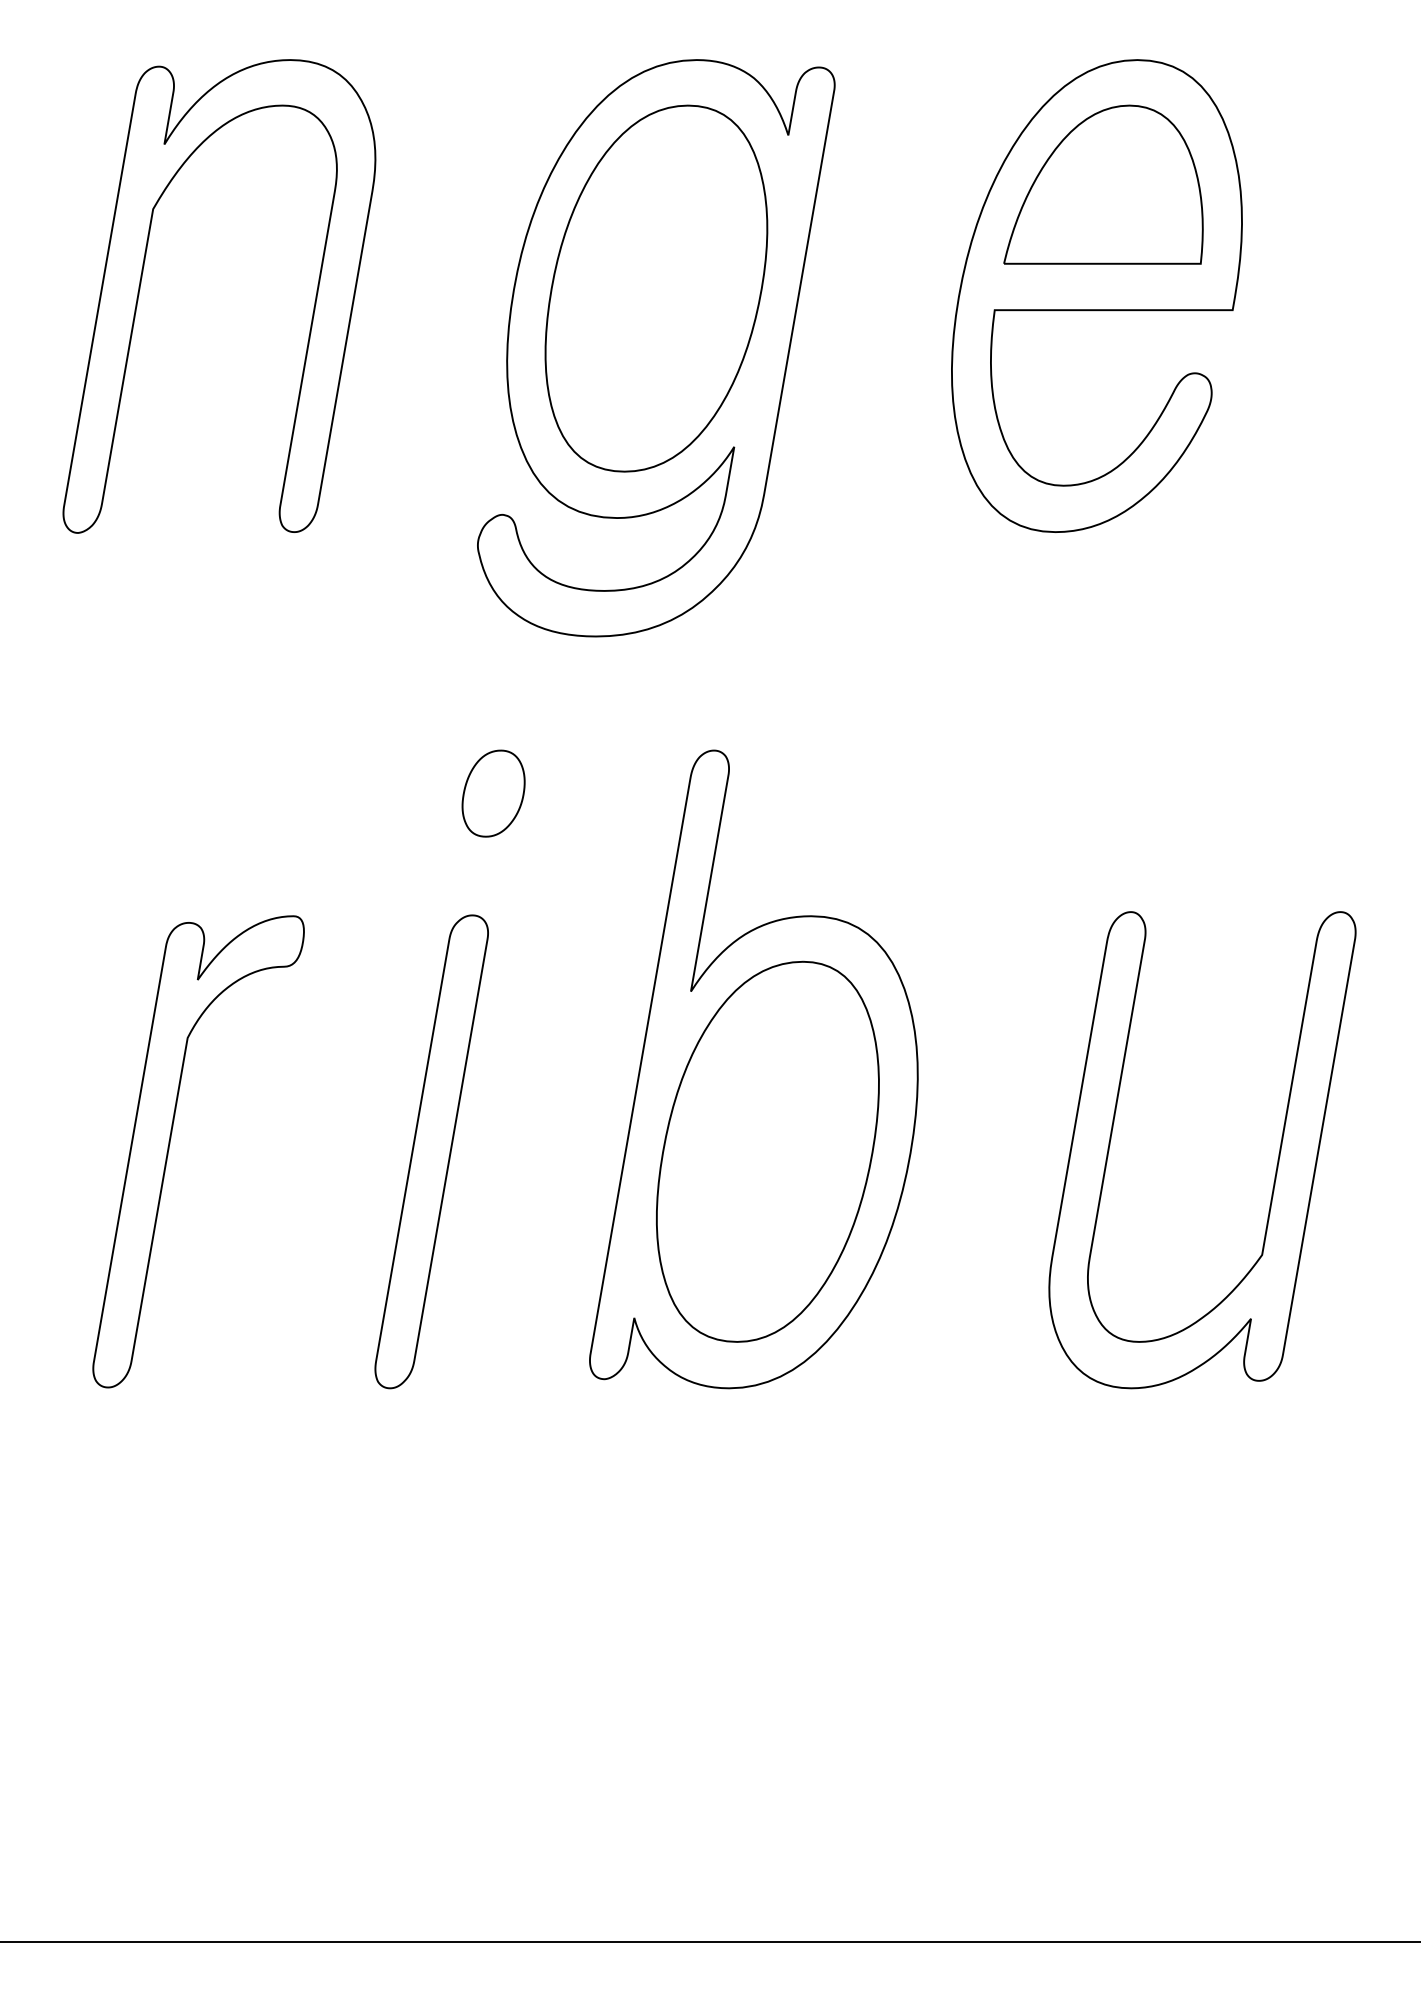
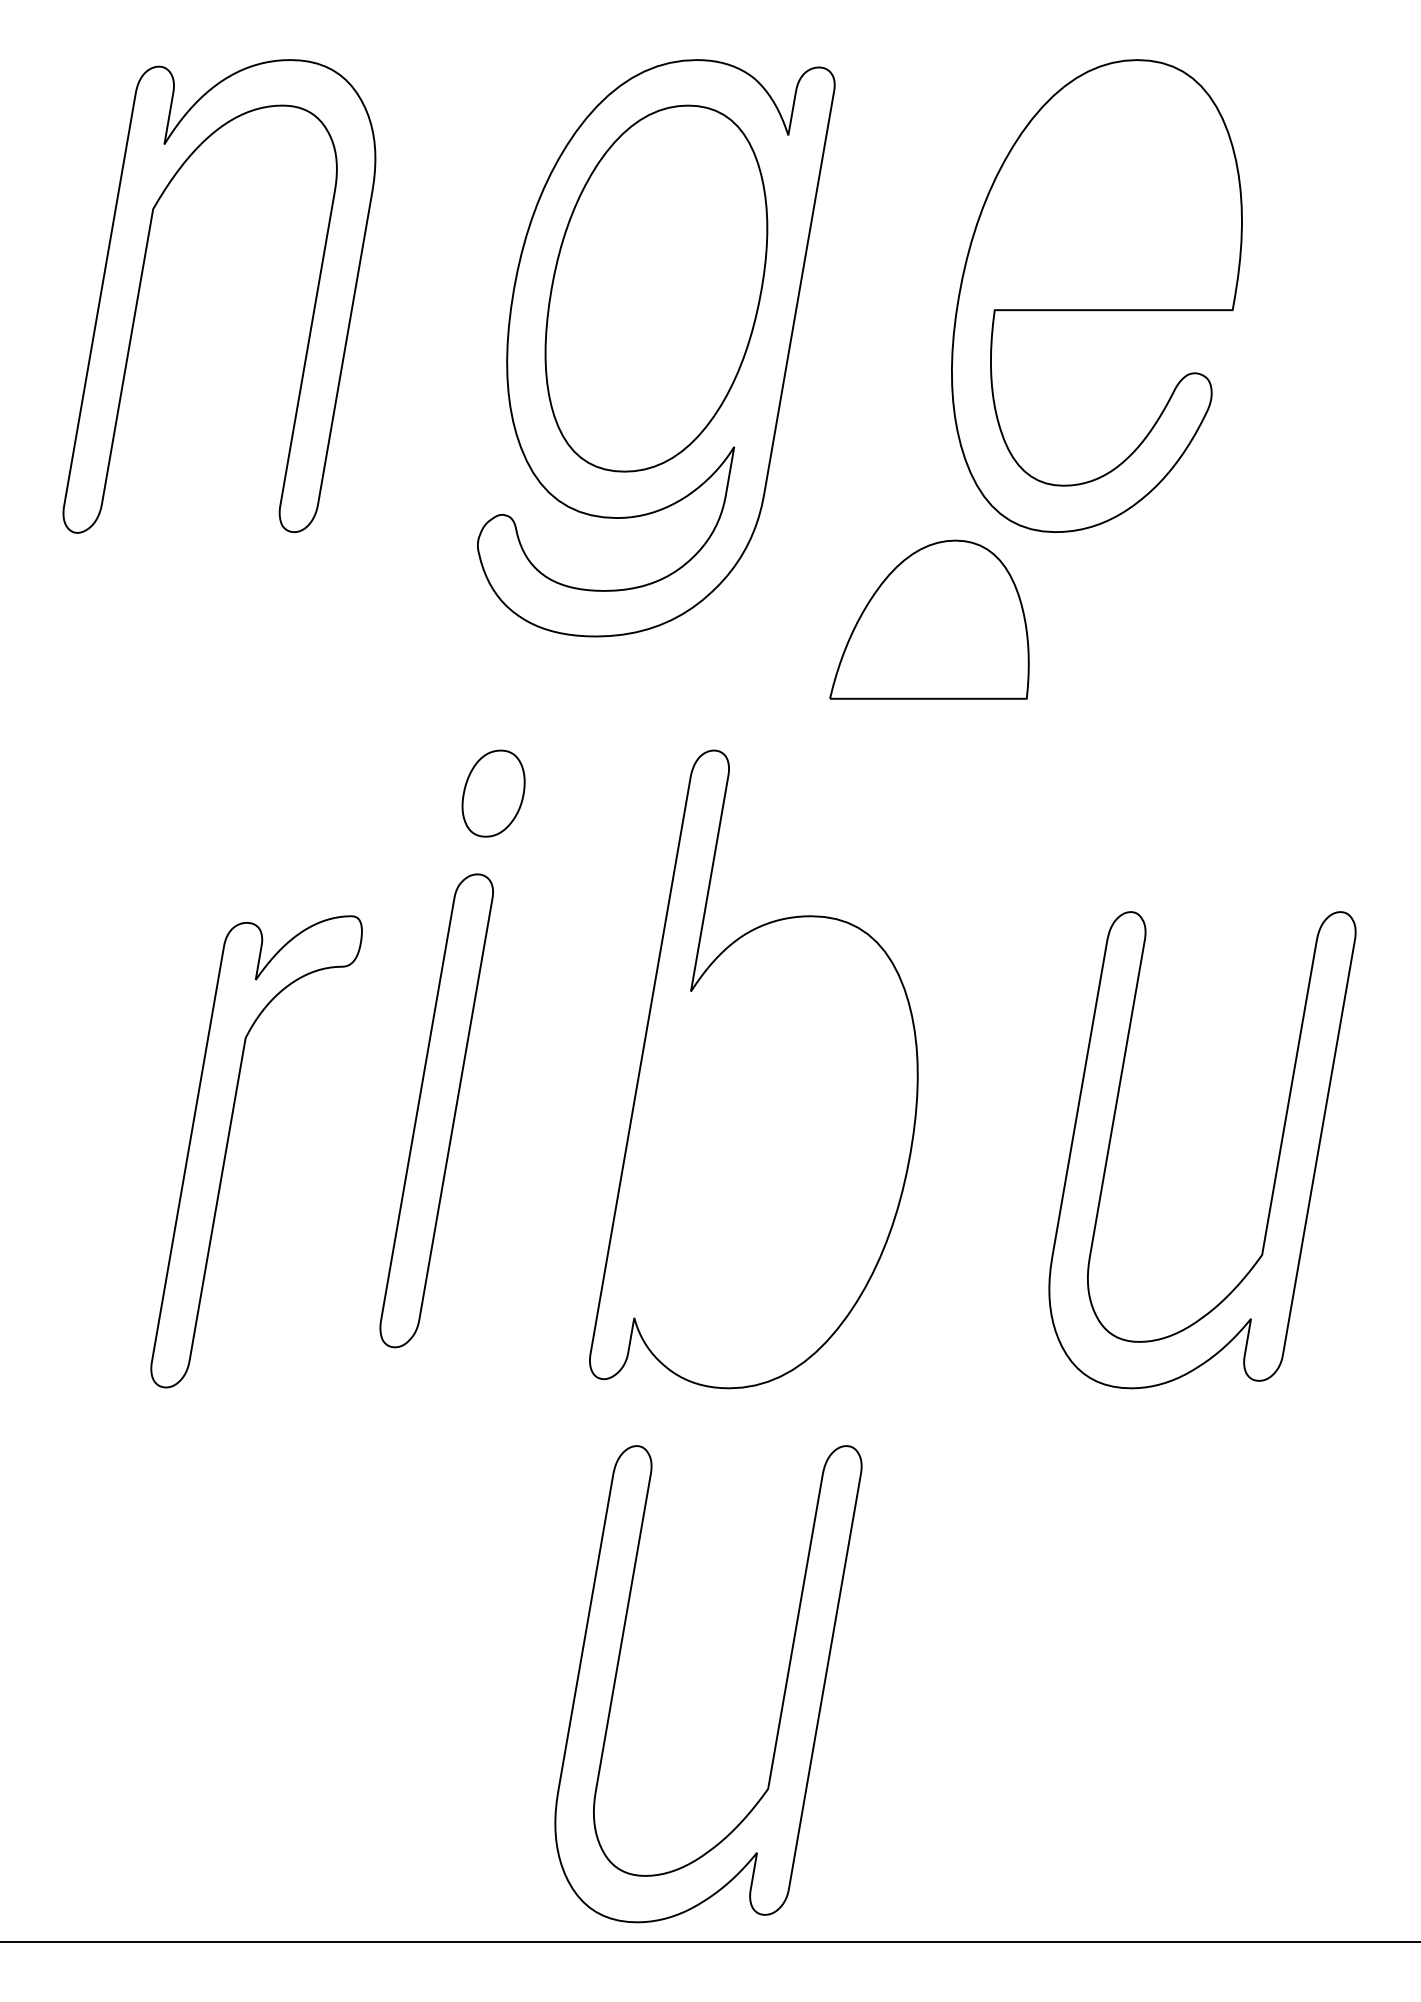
part at (1103, 184) position: (1103, 184) -> (929, 619)
part at (170, 1144) position: (170, 1144) -> (228, 1144)
part at (431, 1151) position: (431, 1151) -> (436, 1110)
part at (767, 1151): present -> none
part at (782, 1699): none -> present
